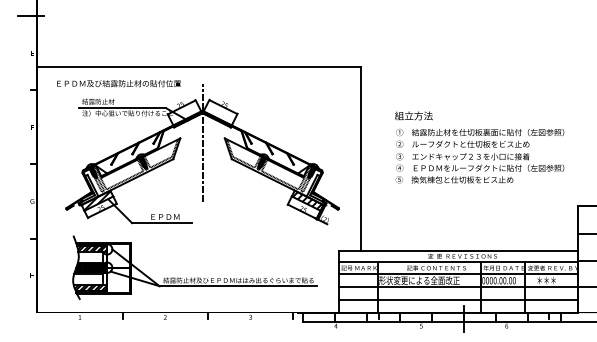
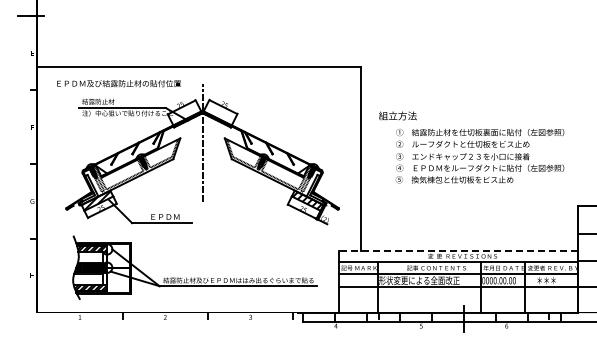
text at (413, 115) position: (413, 115) -> (397, 115)
line at (458, 250): solid -> dashed
line at (458, 299): present -> none
